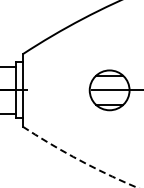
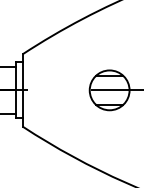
arc at (79, 160): dashed -> solid
